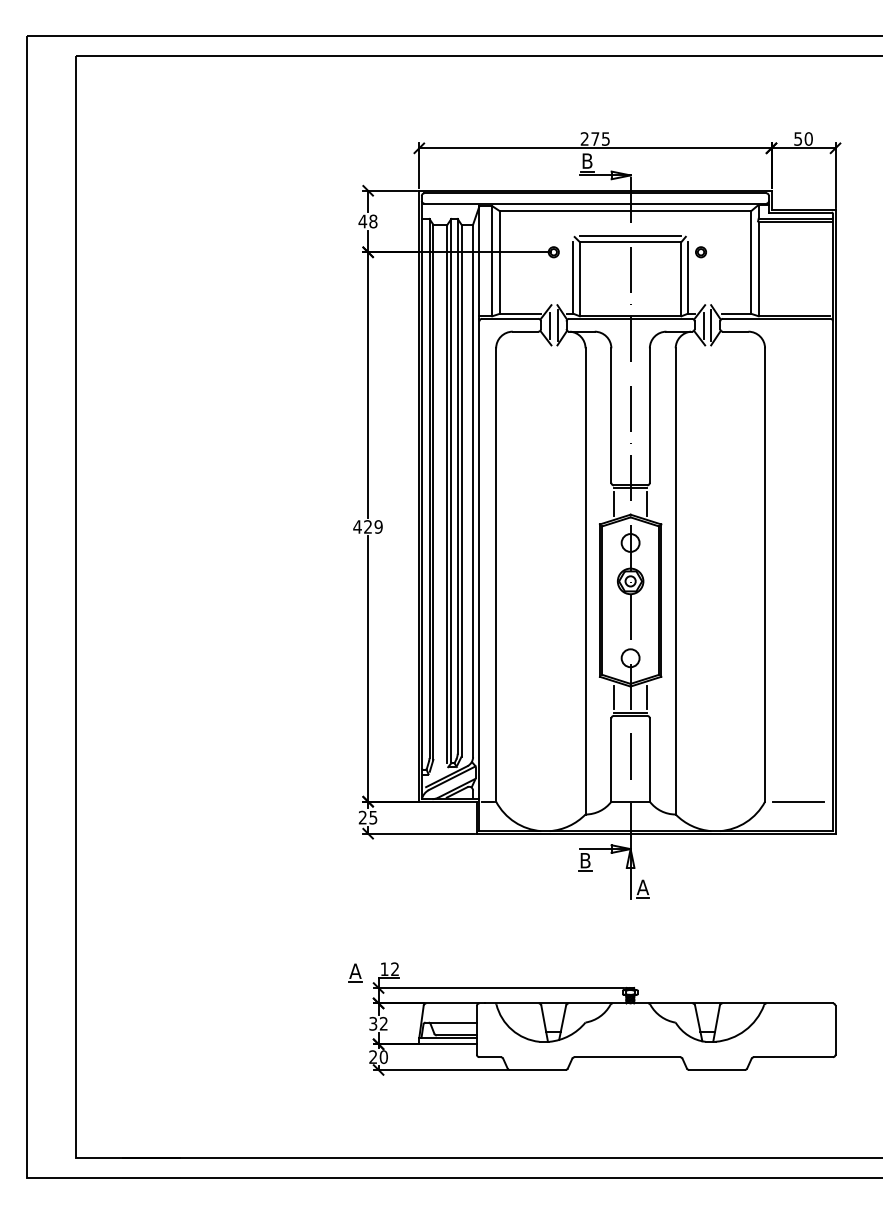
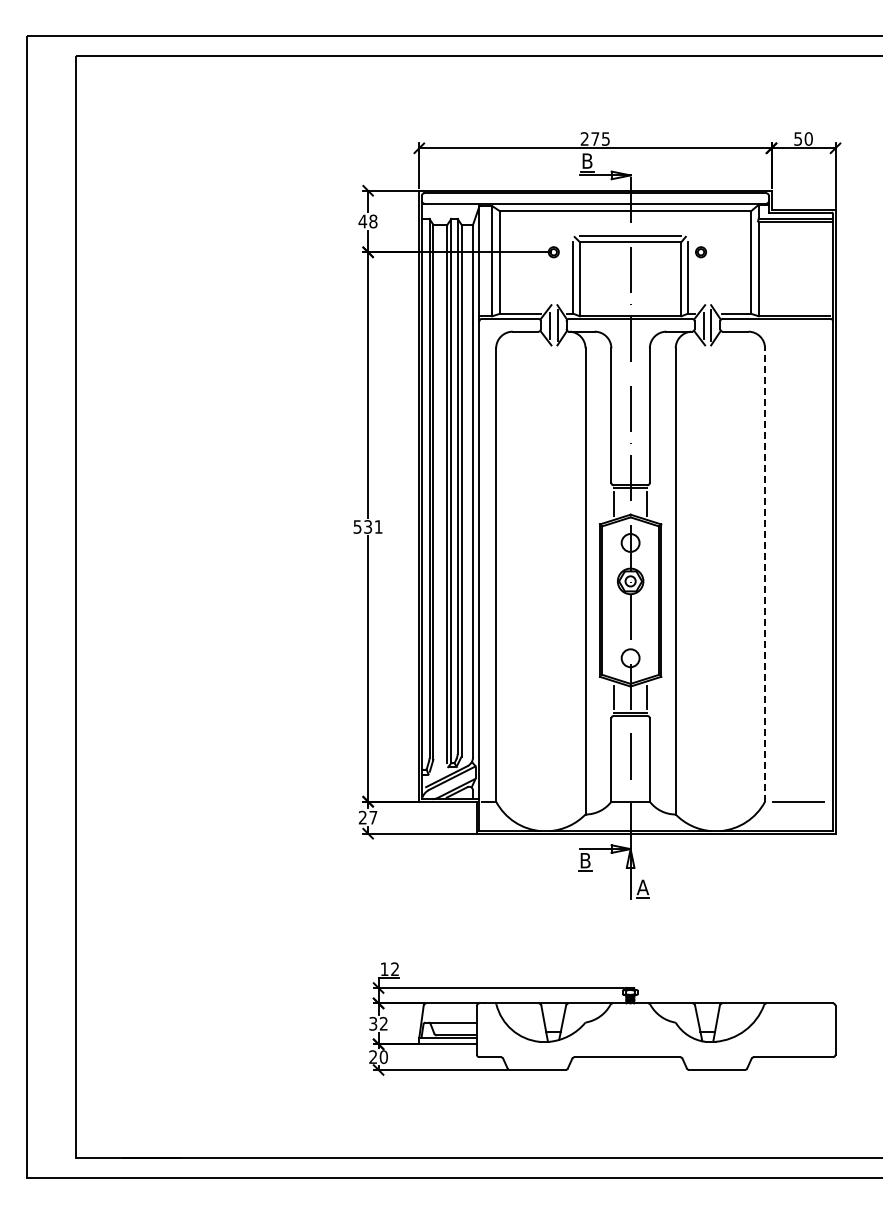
text at (367, 526): 429 -> 531
line at (765, 575): solid -> dashed
text at (373, 817): 25 -> 27
part at (355, 972): present -> none
